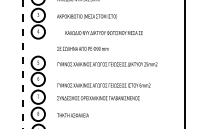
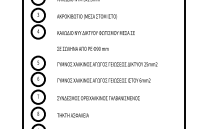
text at (103, 32) position: (103, 32) -> (95, 32)
line at (23, 65): dashed -> solid
text at (103, 85) position: (103, 85) -> (103, 80)
